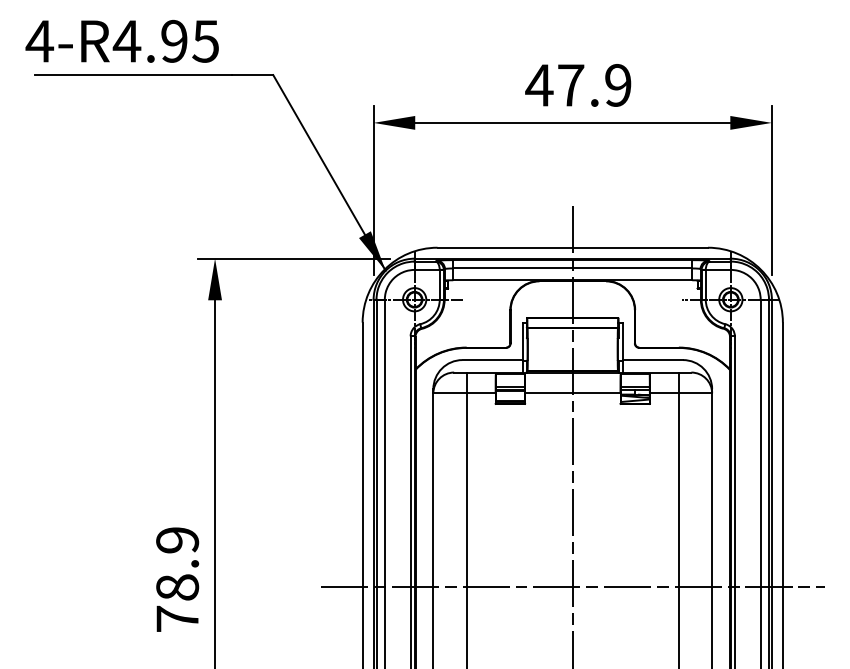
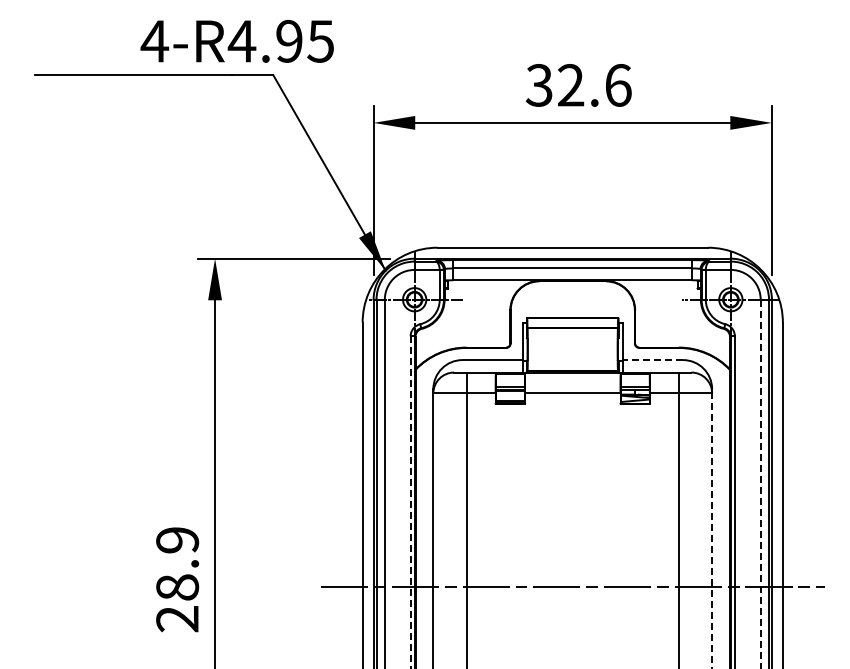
text at (121, 41) position: (121, 41) -> (236, 41)
text at (578, 85): 47.9 -> 32.6
line at (652, 360): solid -> dashed
line at (572, 435): present -> none
line at (760, 484): solid -> dashed
line at (410, 502): solid -> dashed
line at (712, 531): solid -> dashed
text at (177, 618): 78.9 -> 28.9
